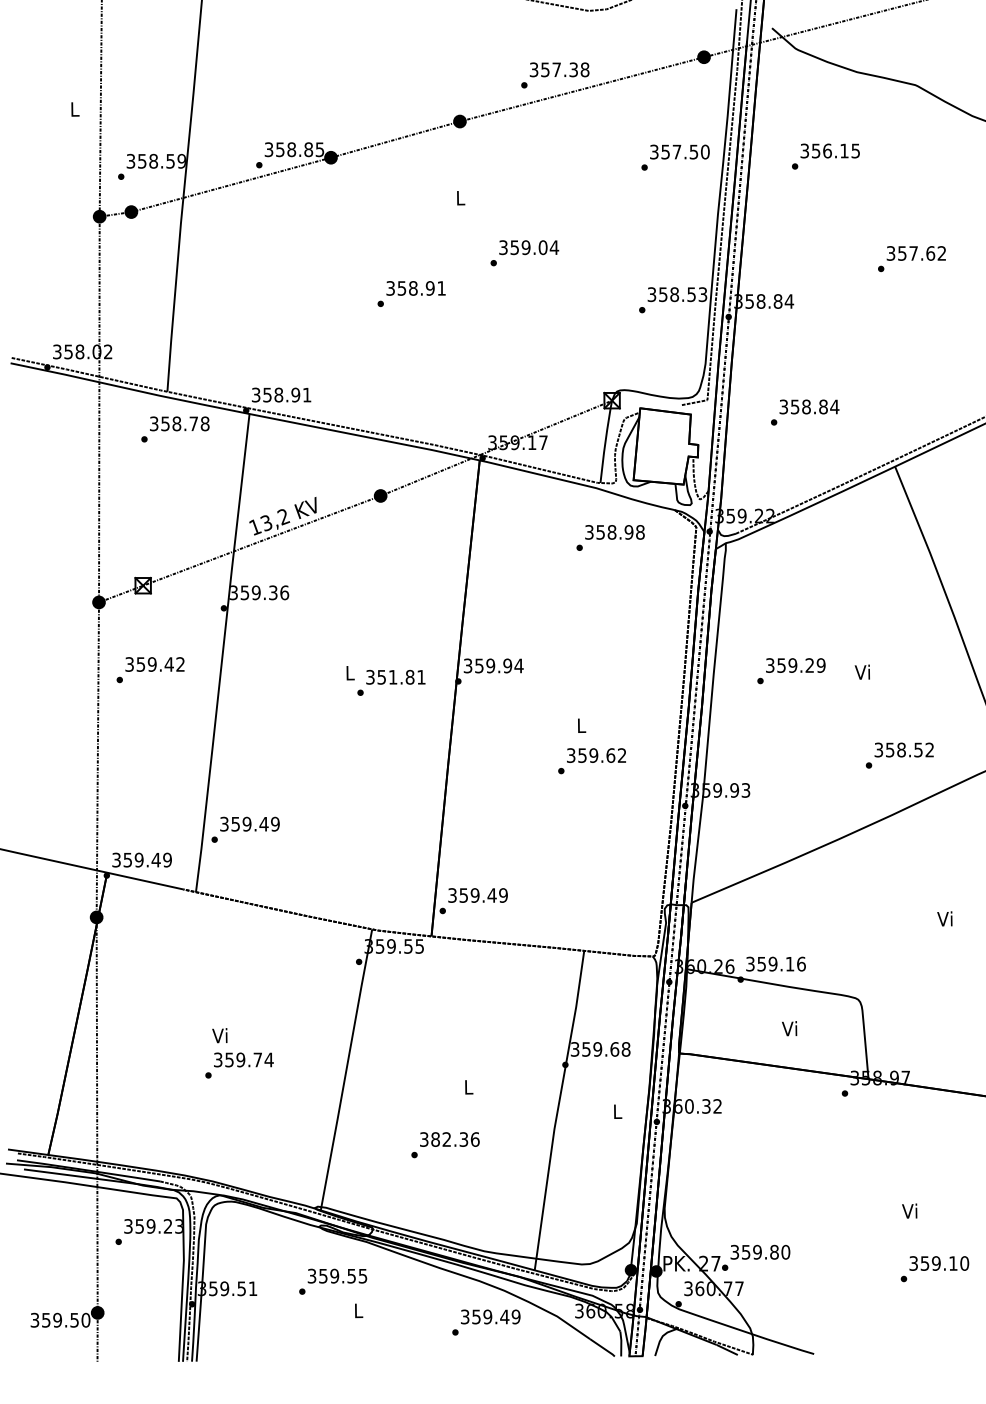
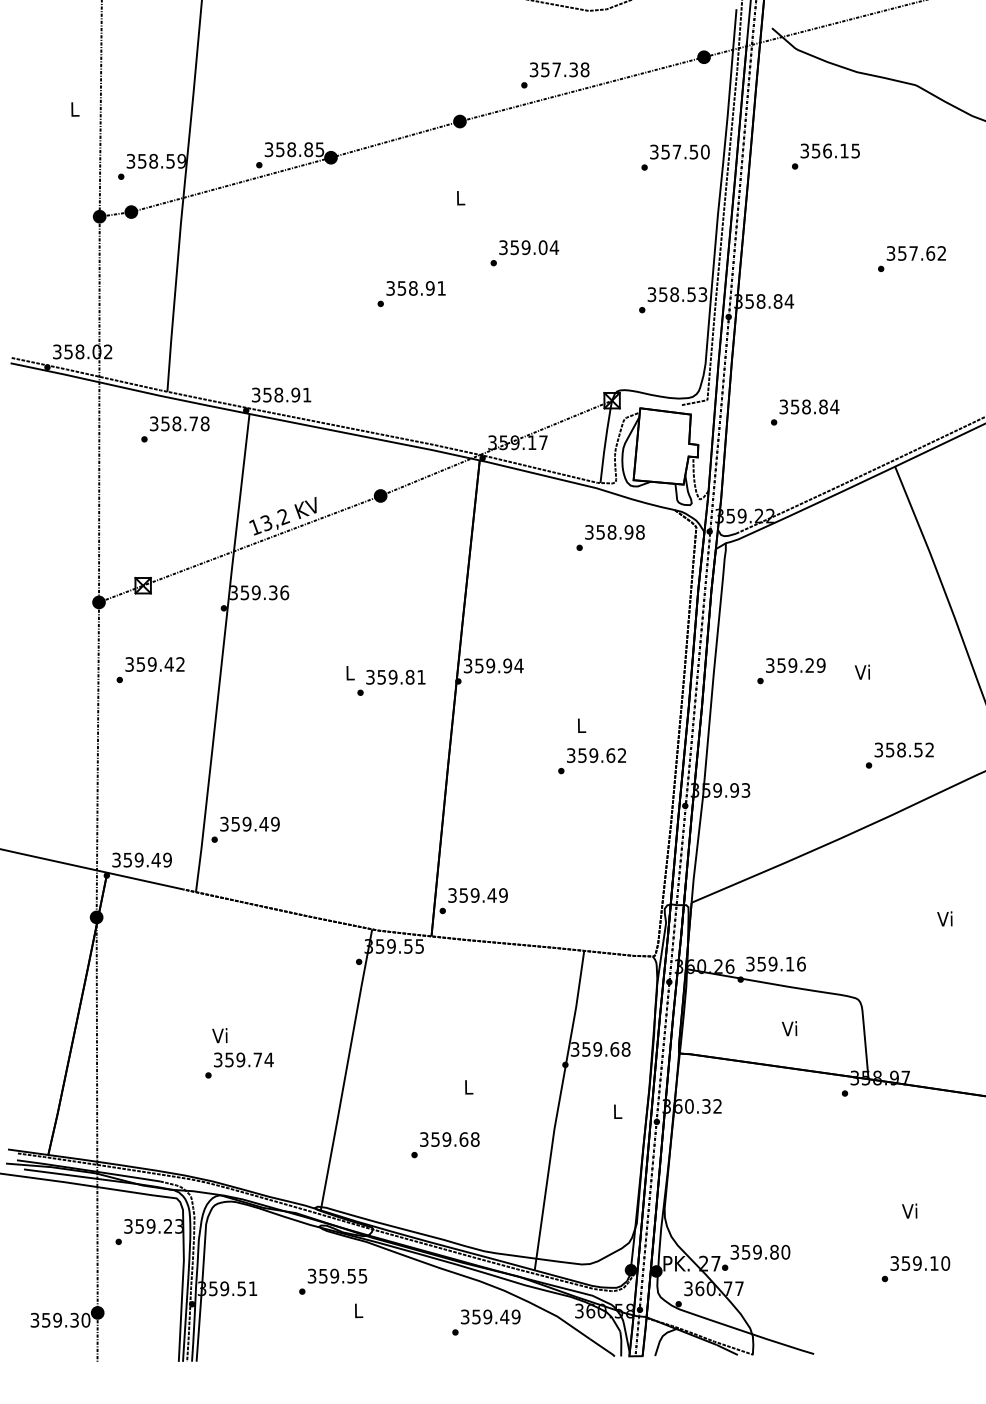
text at (392, 676): 351.81 -> 359.81
text at (455, 1139): 382.36 -> 359.68
text at (934, 1269) position: (934, 1269) -> (915, 1269)
text at (74, 1319): 359.50 -> 359.30
